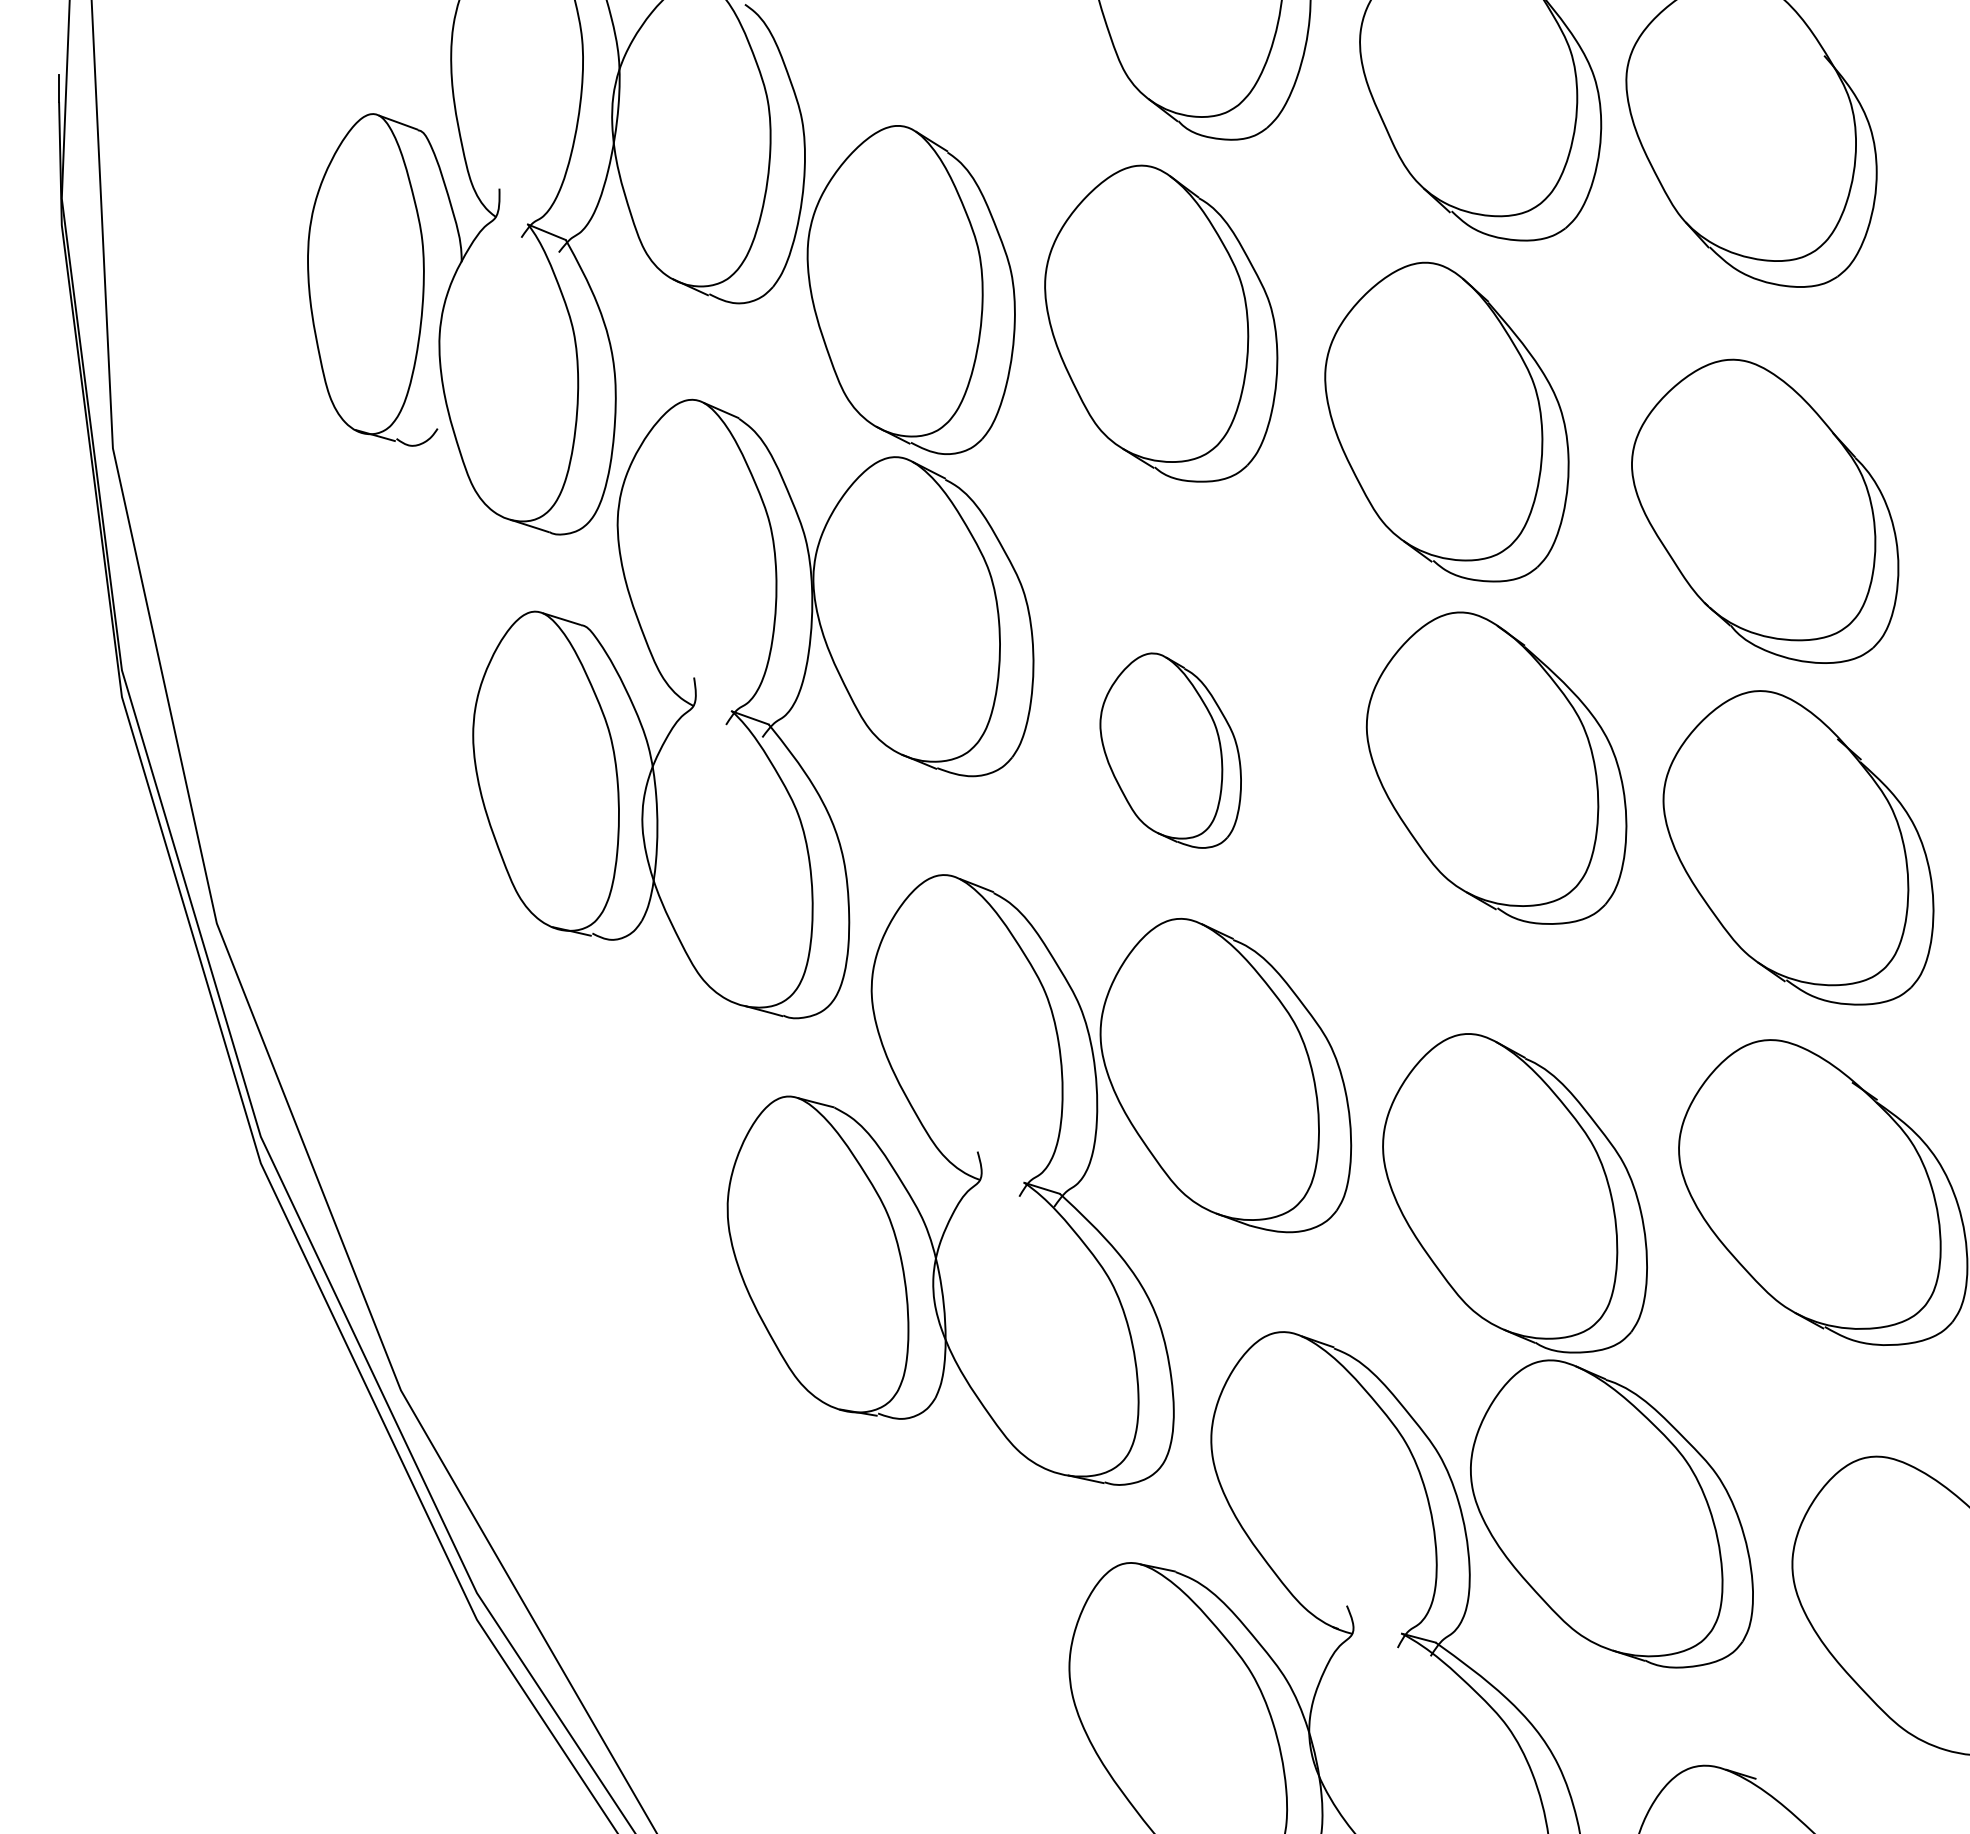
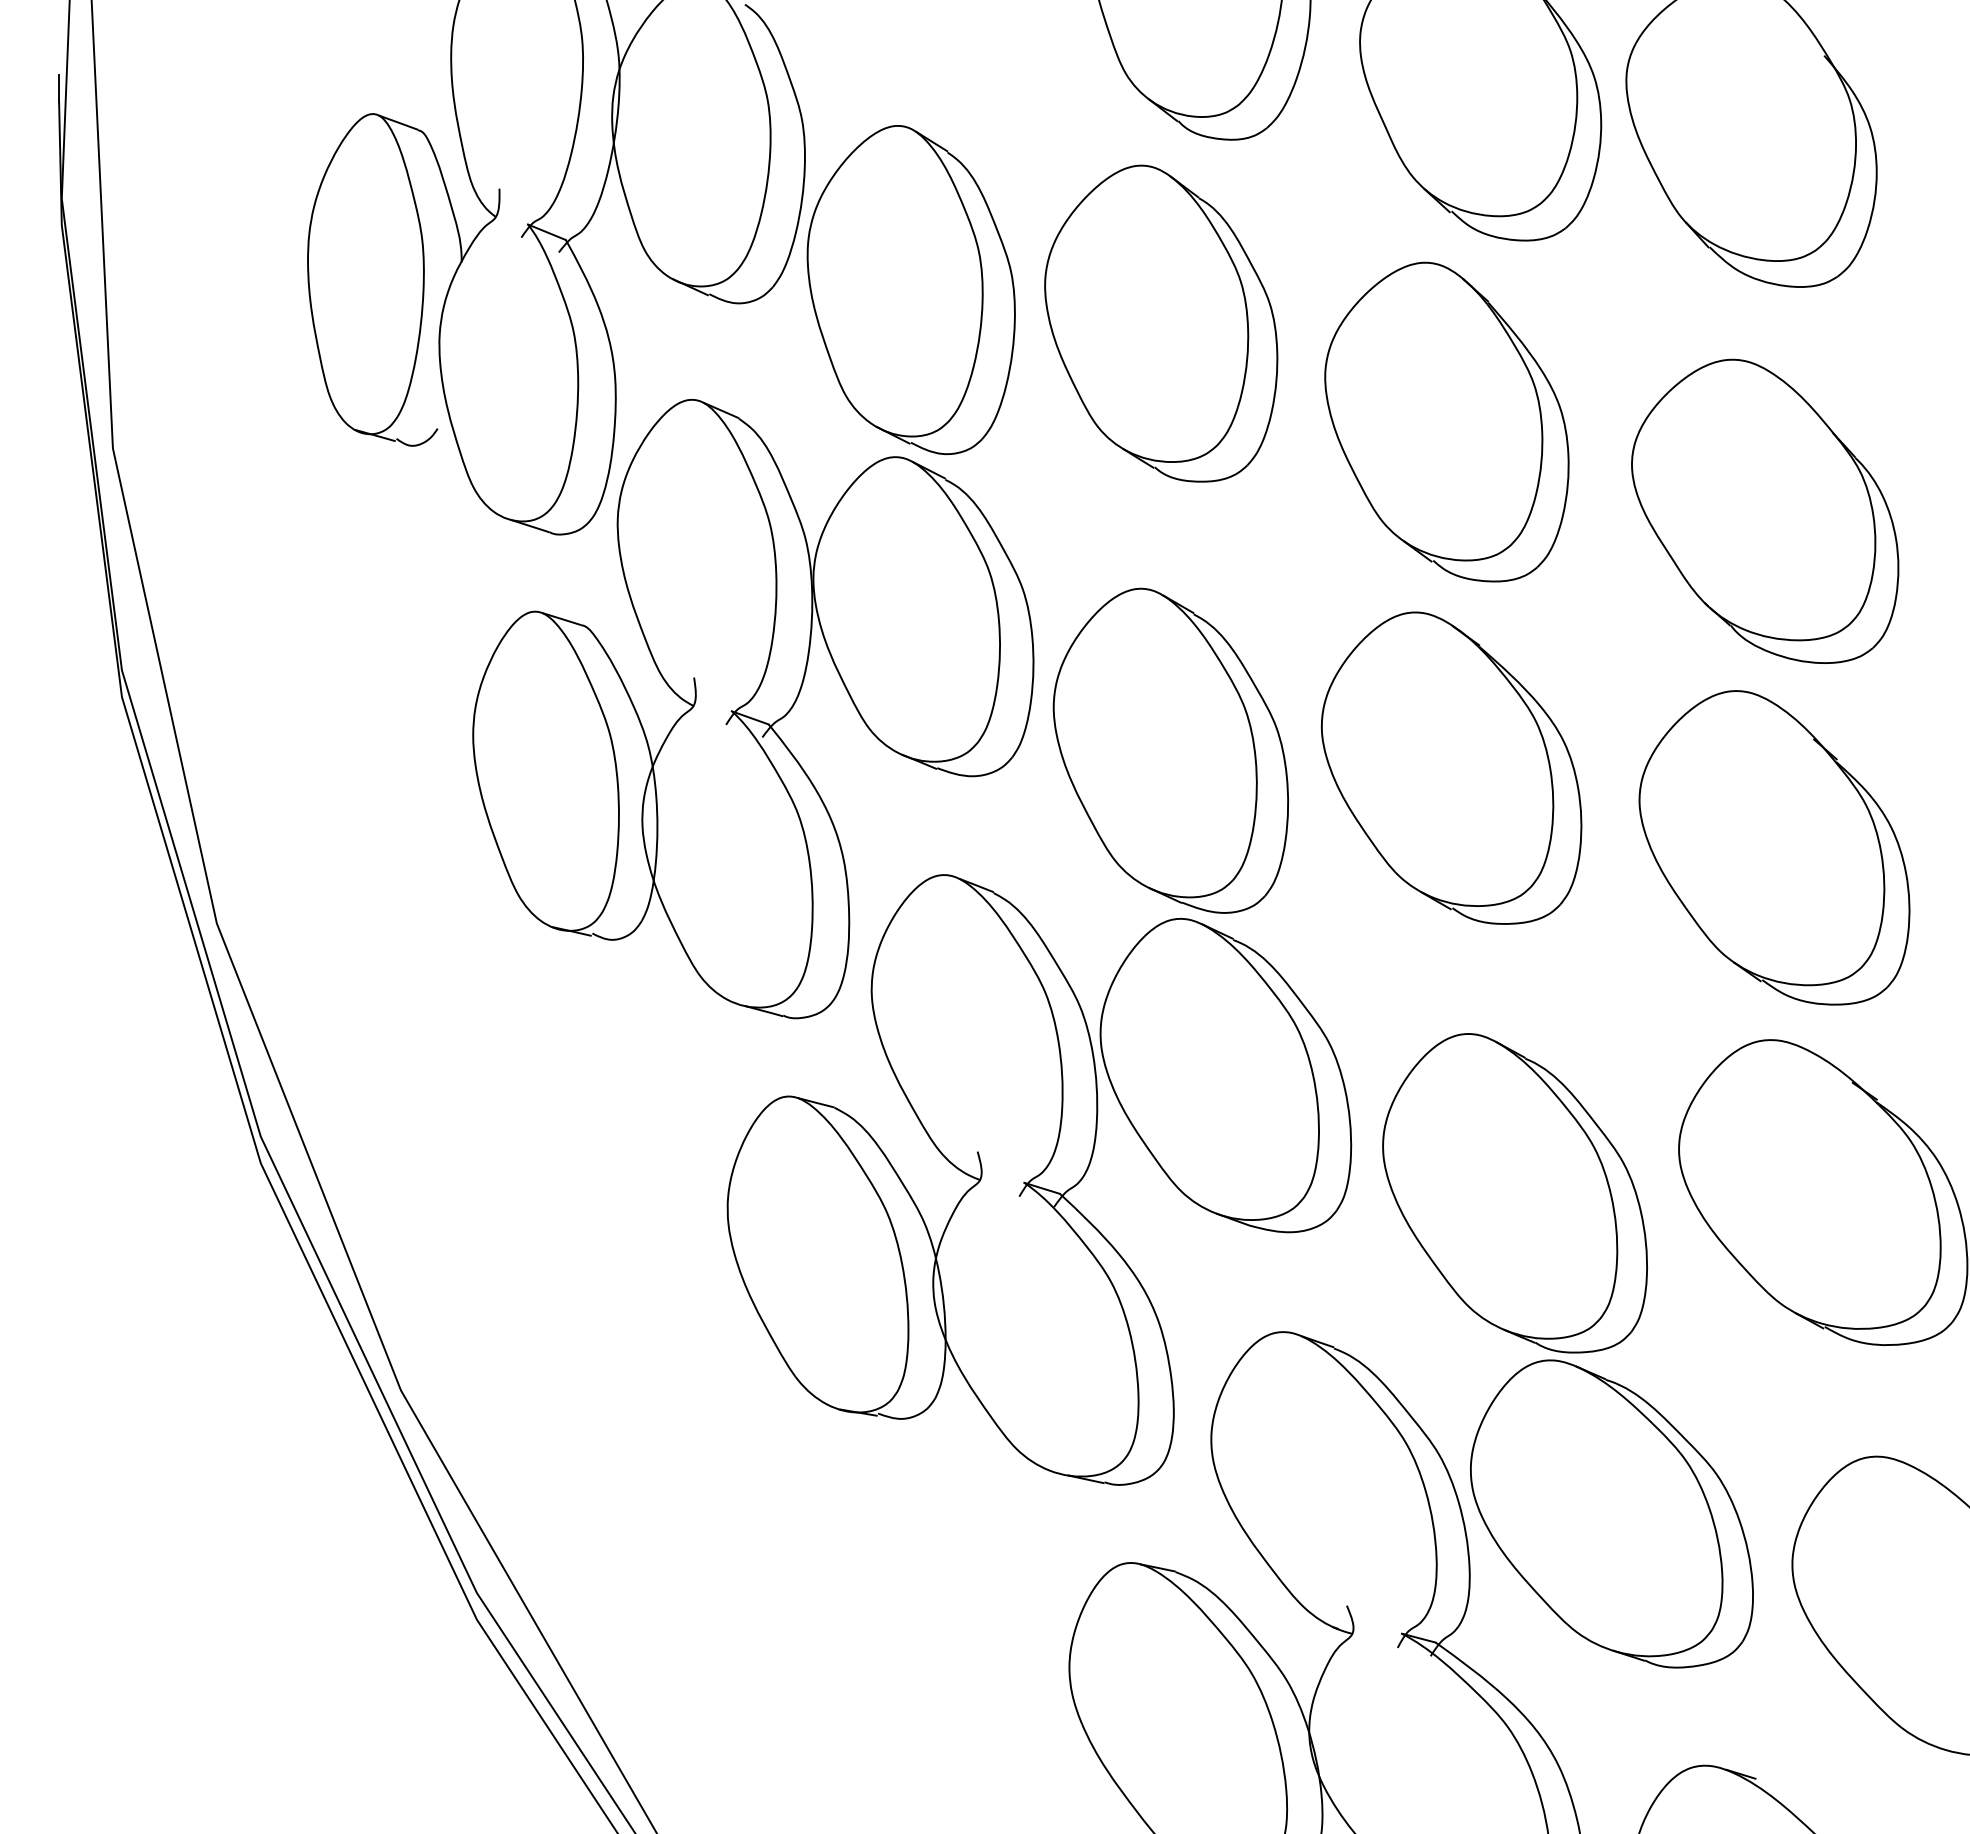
part at (1170, 750) size: 143x197 px -> 237x327 px
part at (1496, 767) position: (1496, 767) -> (1451, 767)
part at (1798, 847) position: (1798, 847) -> (1774, 847)
